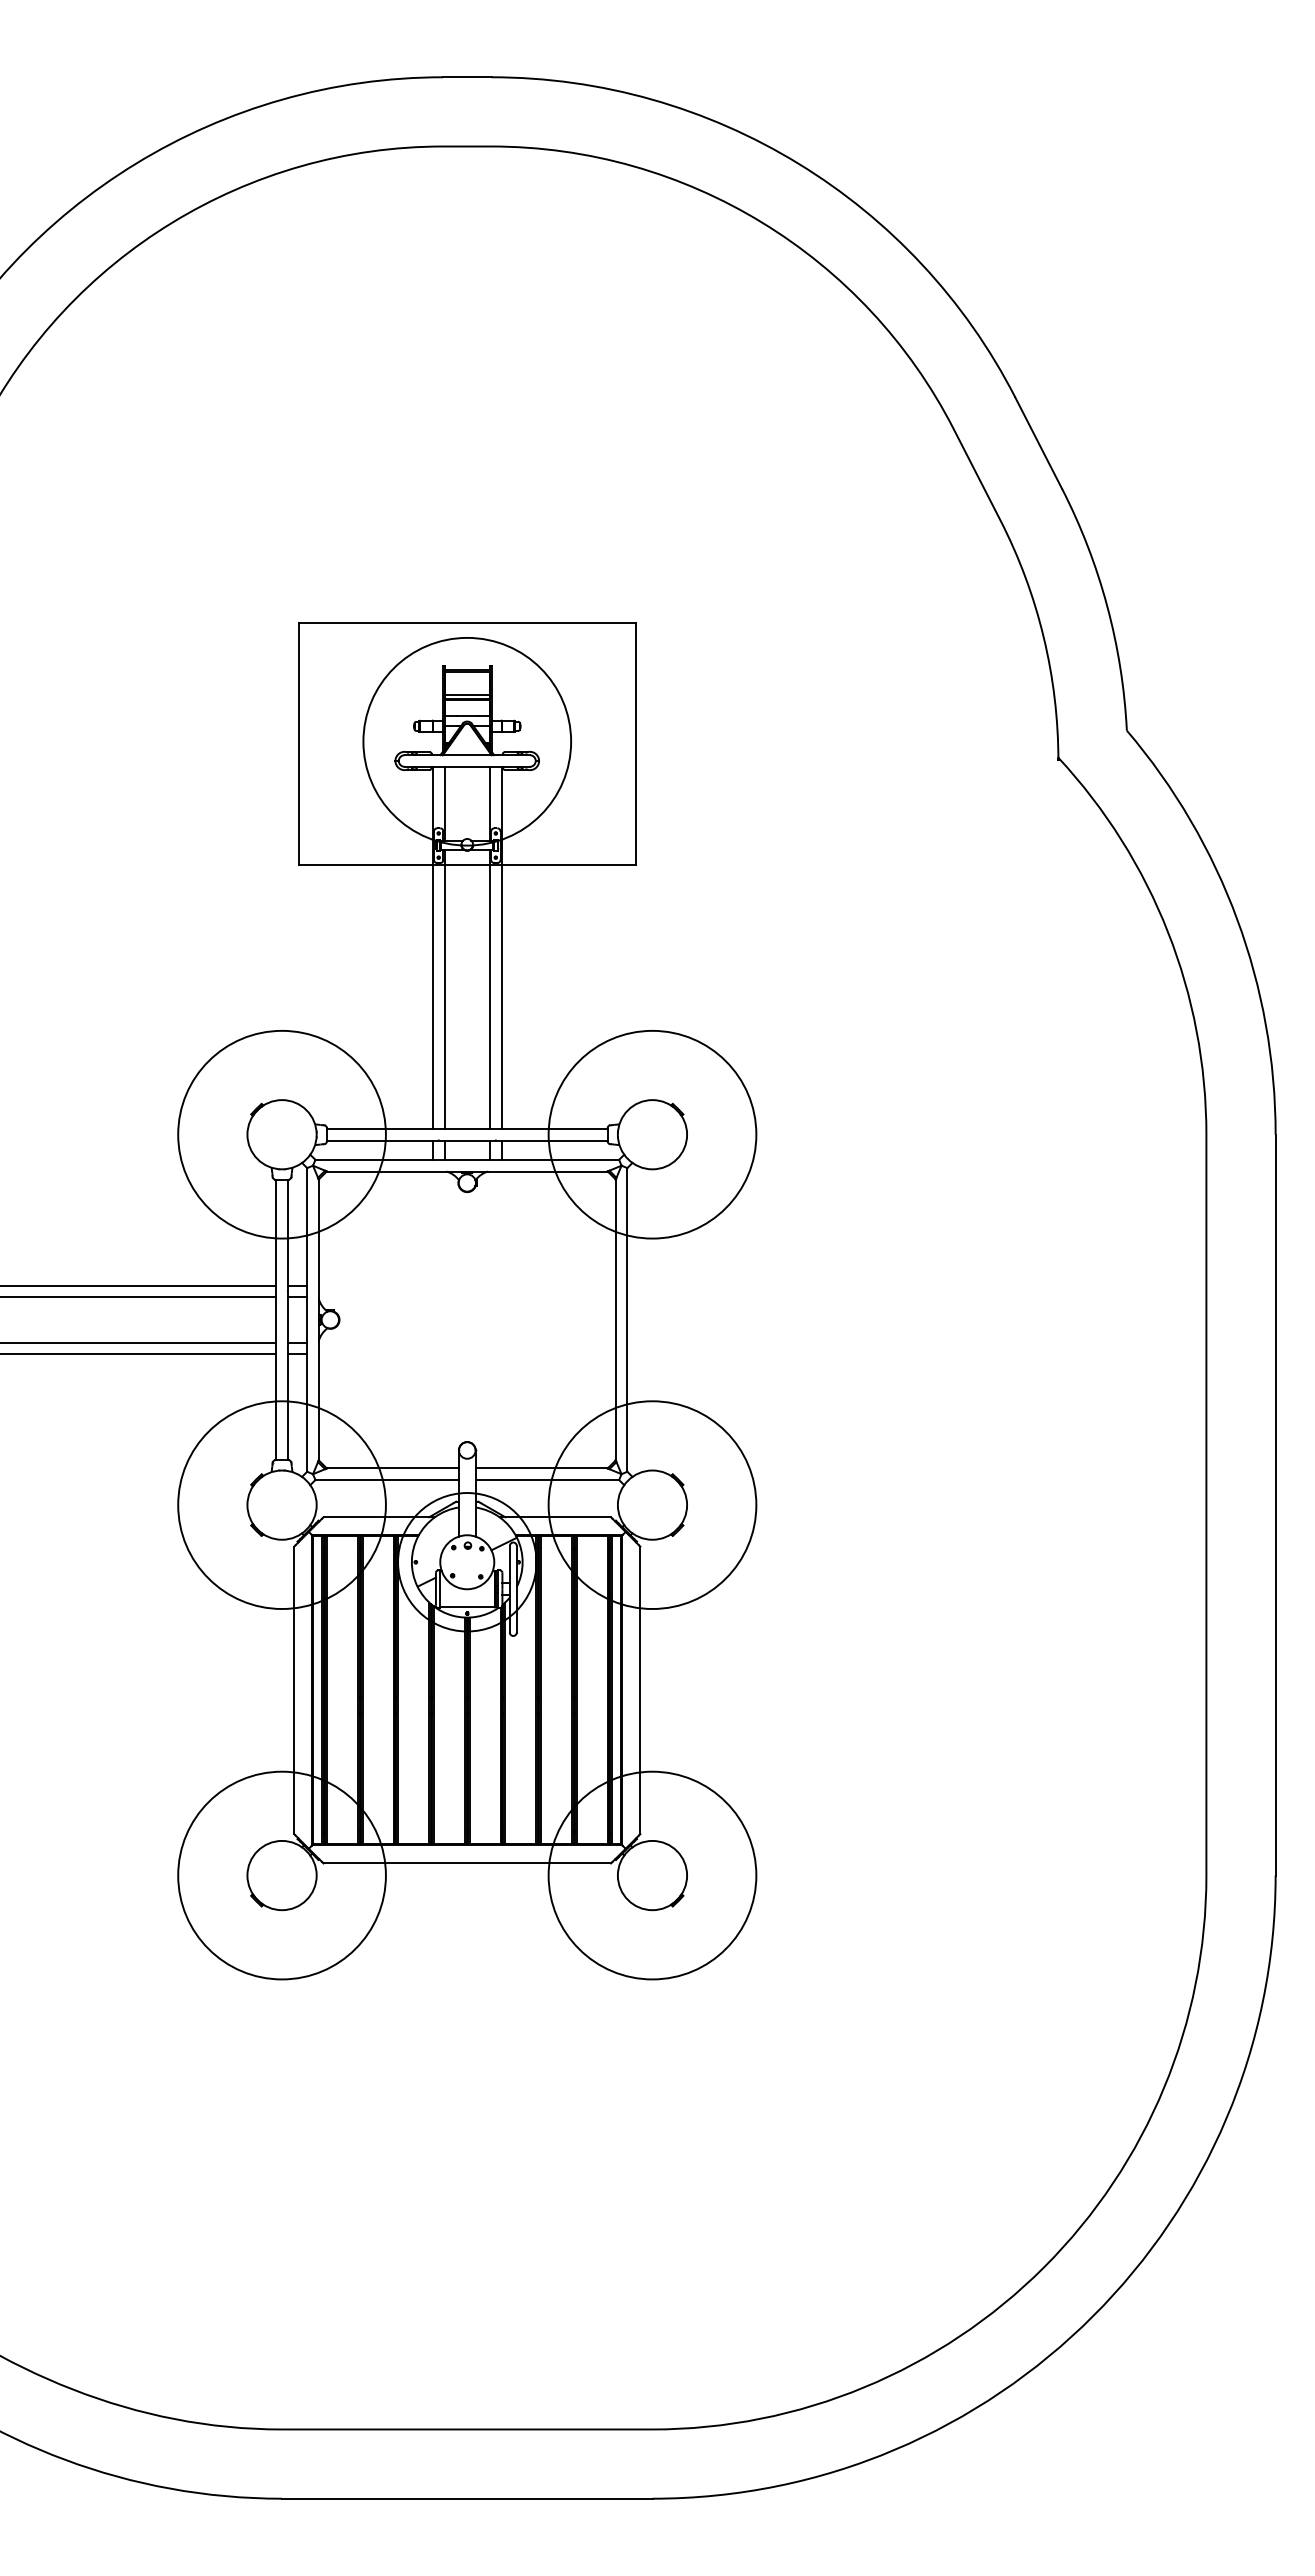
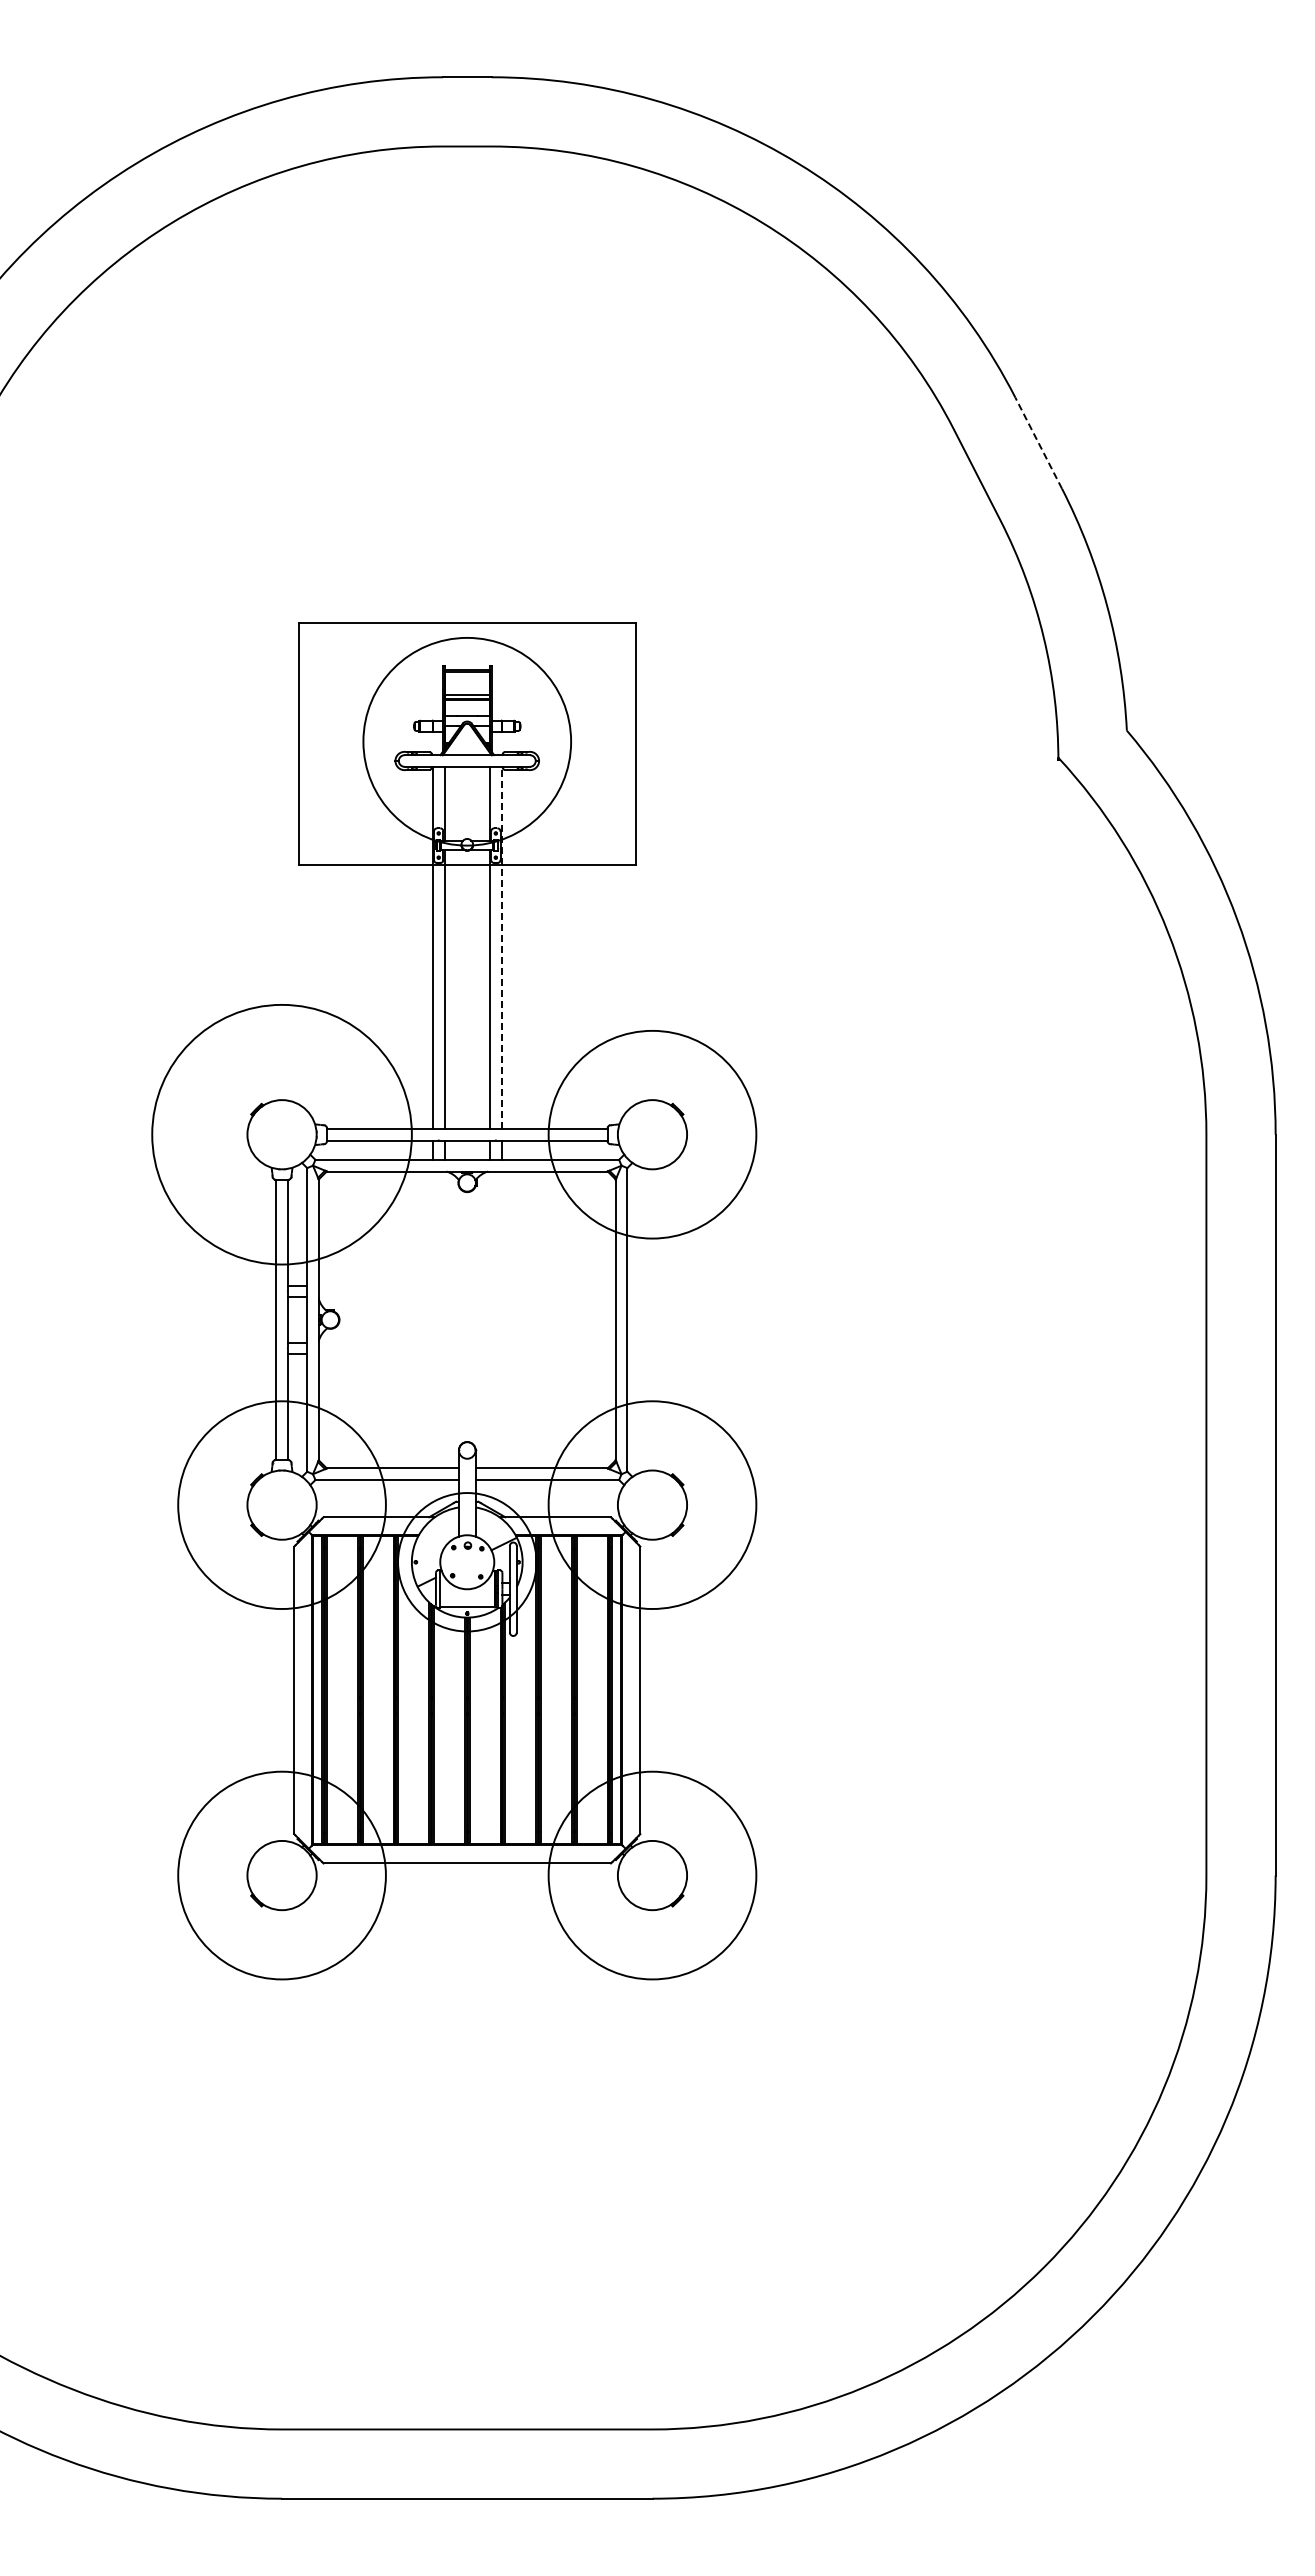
line at (1038, 442): solid -> dashed
line at (501, 947): solid -> dashed
circle at (281, 1134) diameter: 208 px -> 260 px
line at (139, 1285): present -> none
line at (139, 1297): present -> none
line at (139, 1342): present -> none
line at (139, 1354): present -> none
